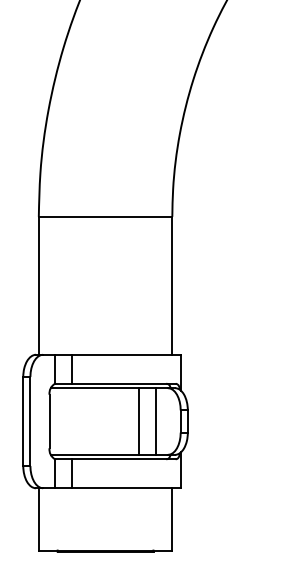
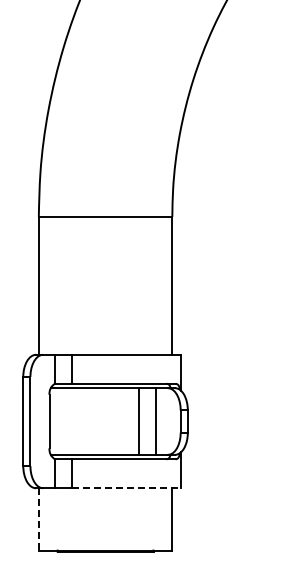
line at (126, 488): solid -> dashed
line at (38, 519): solid -> dashed
